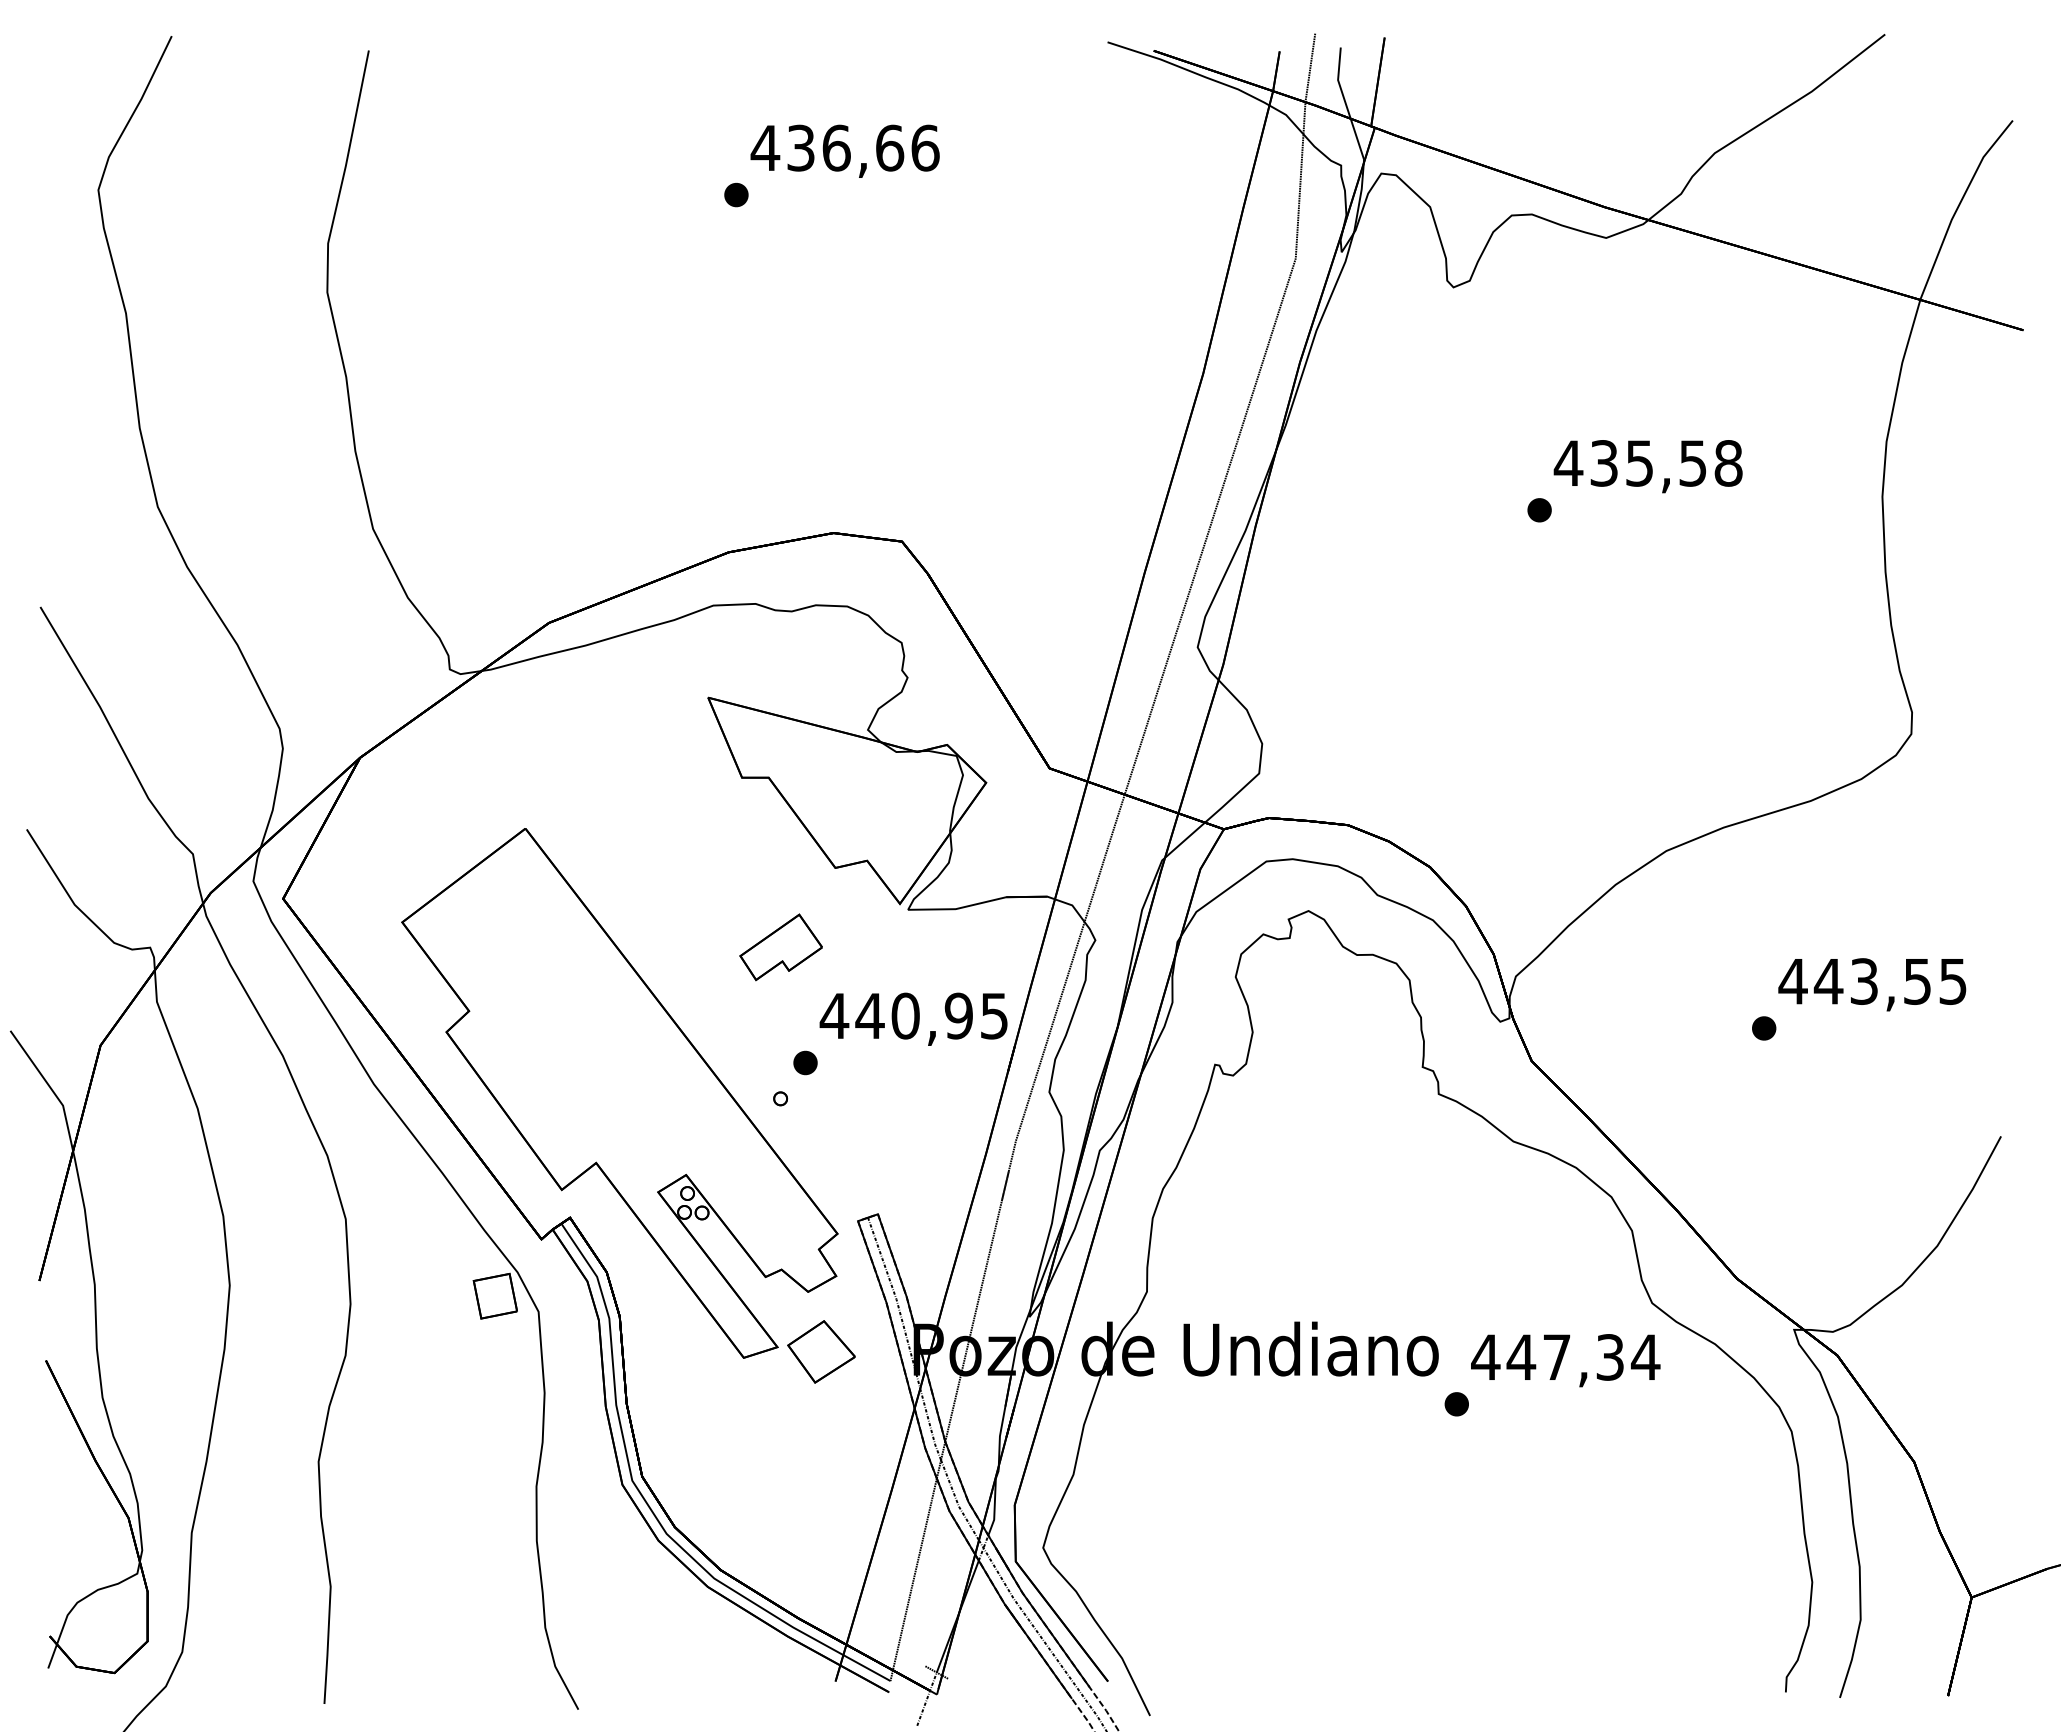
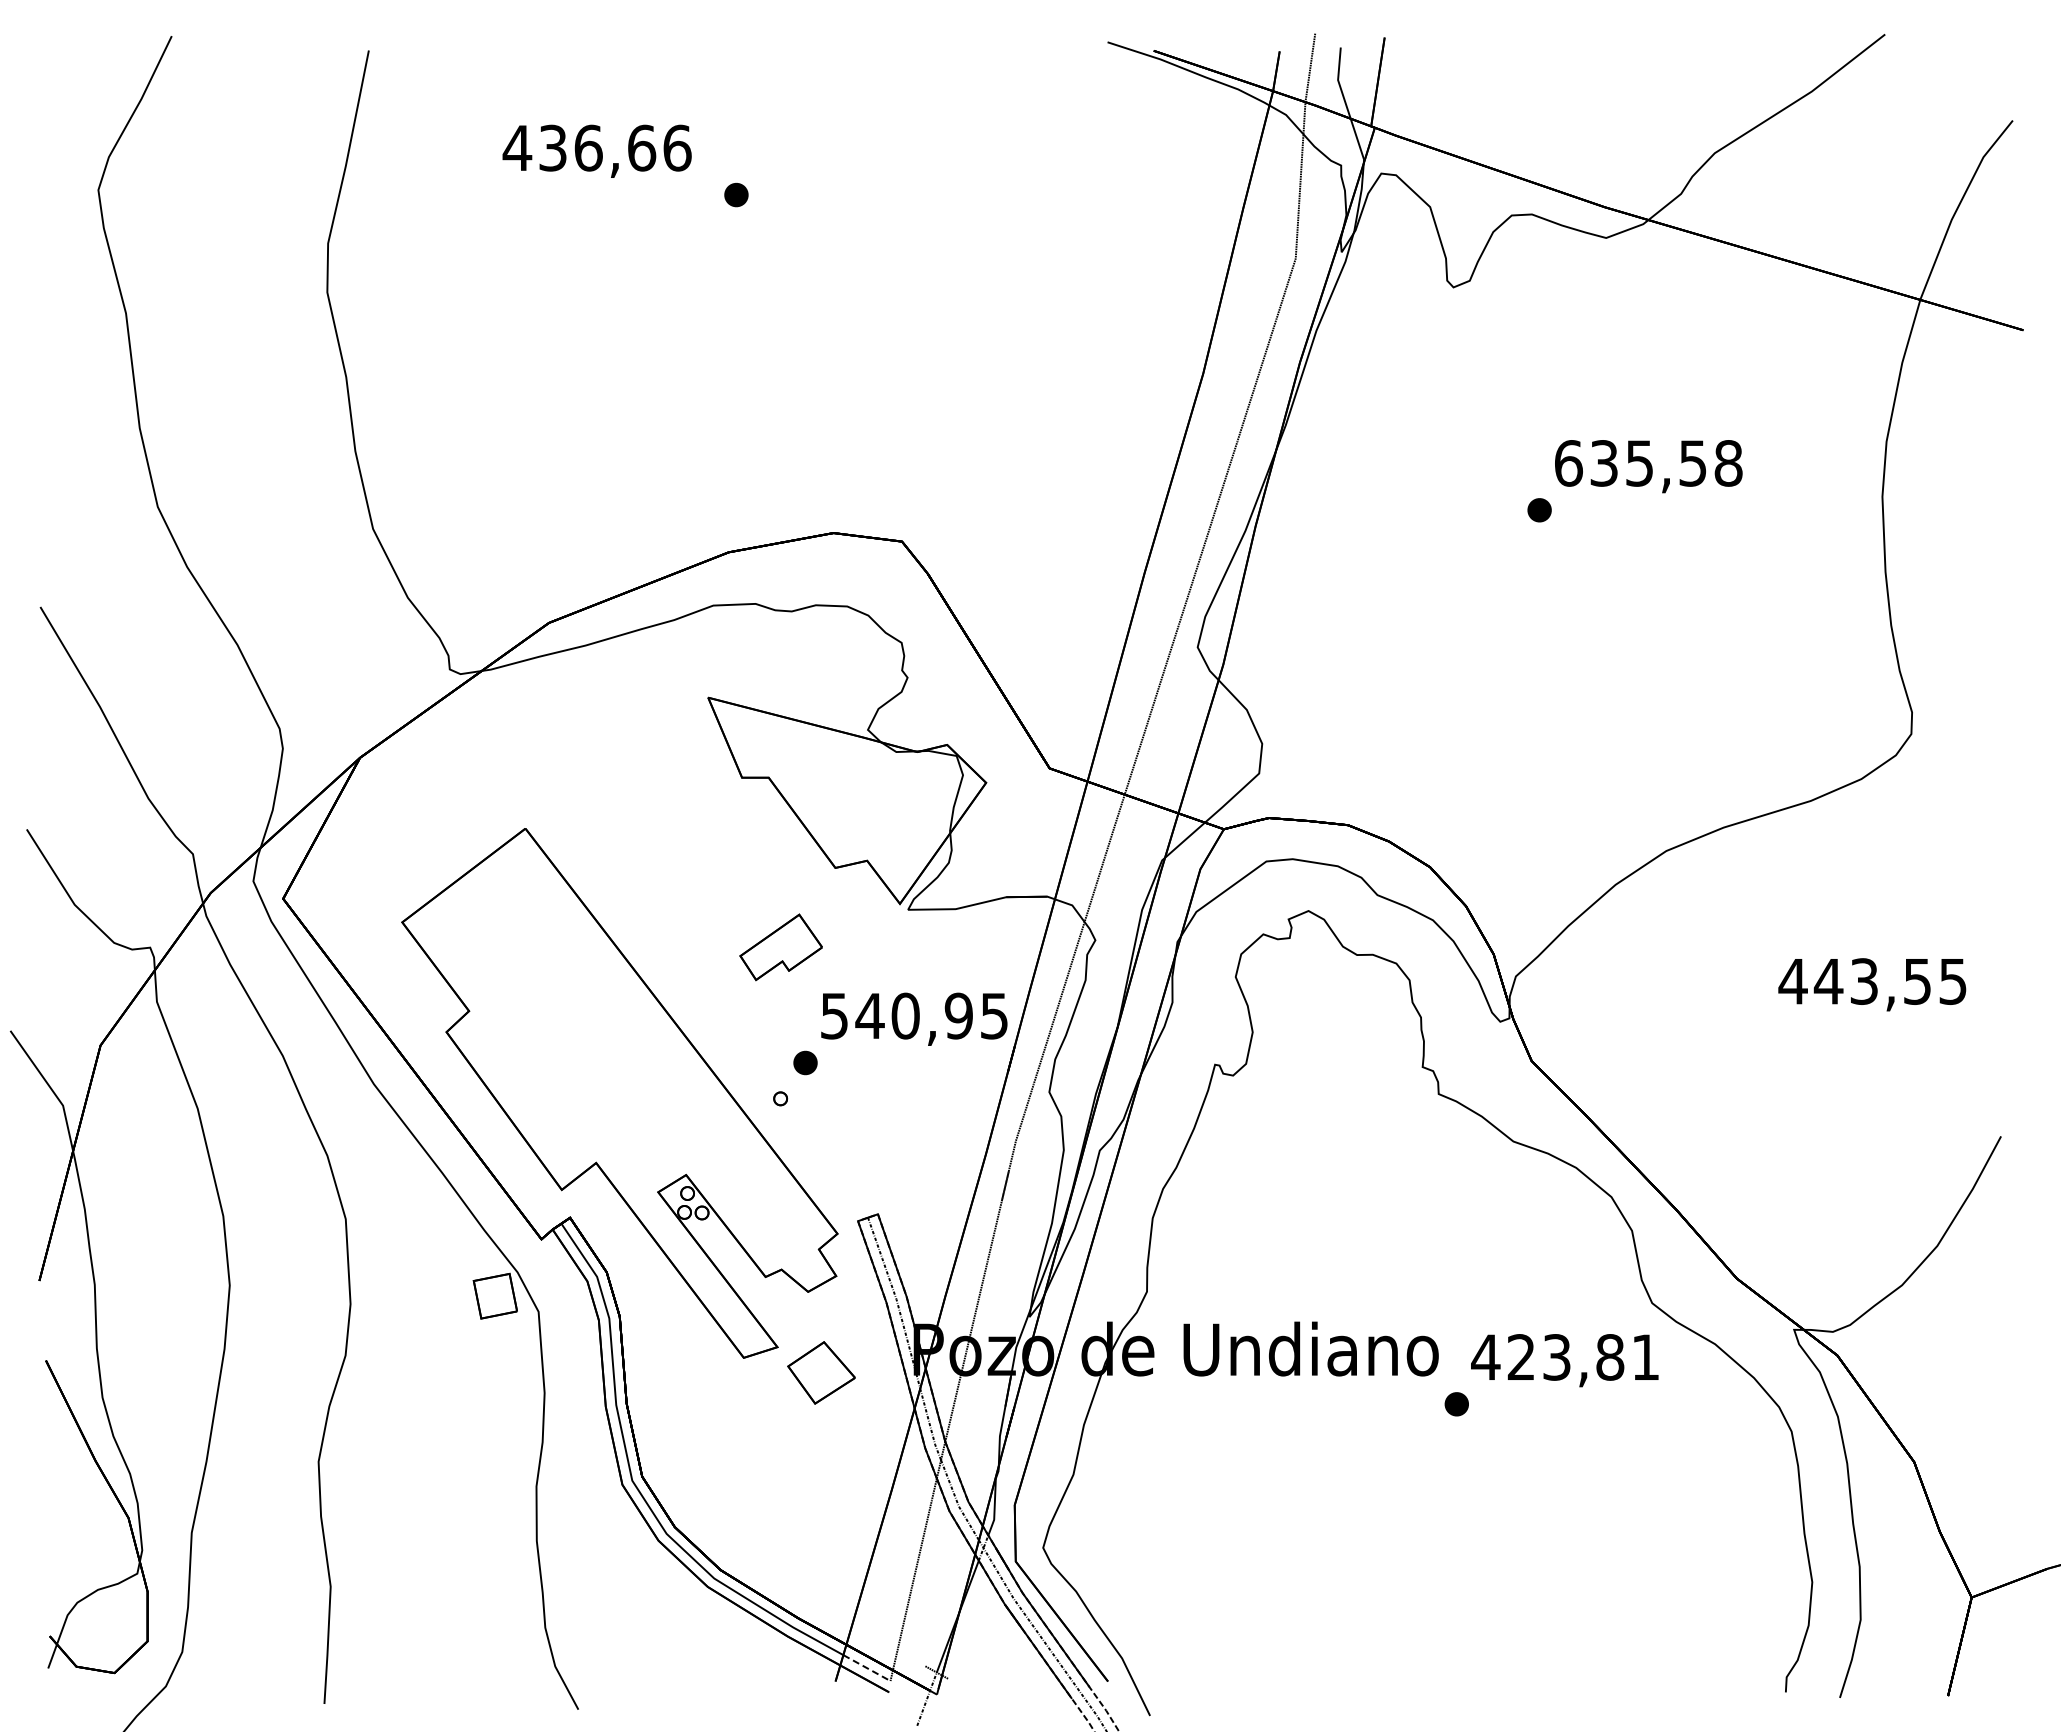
text at (844, 150) position: (844, 150) -> (596, 150)
text at (1568, 463): 435,58 -> 635,58
text at (834, 1016): 440,95 -> 540,95
part at (1764, 1028): present -> none
part at (821, 1351) position: (821, 1351) -> (821, 1372)
text at (1583, 1357): 447,34 -> 423,81
line at (866, 1668): solid -> dashed
